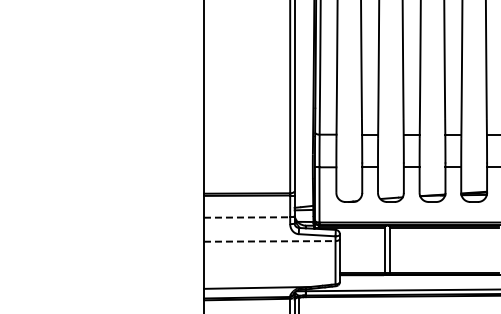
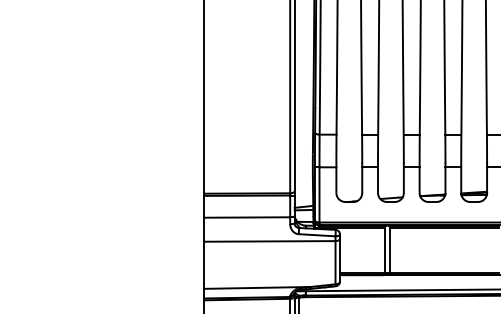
line at (247, 217): dashed -> solid
line at (269, 241): dashed -> solid
